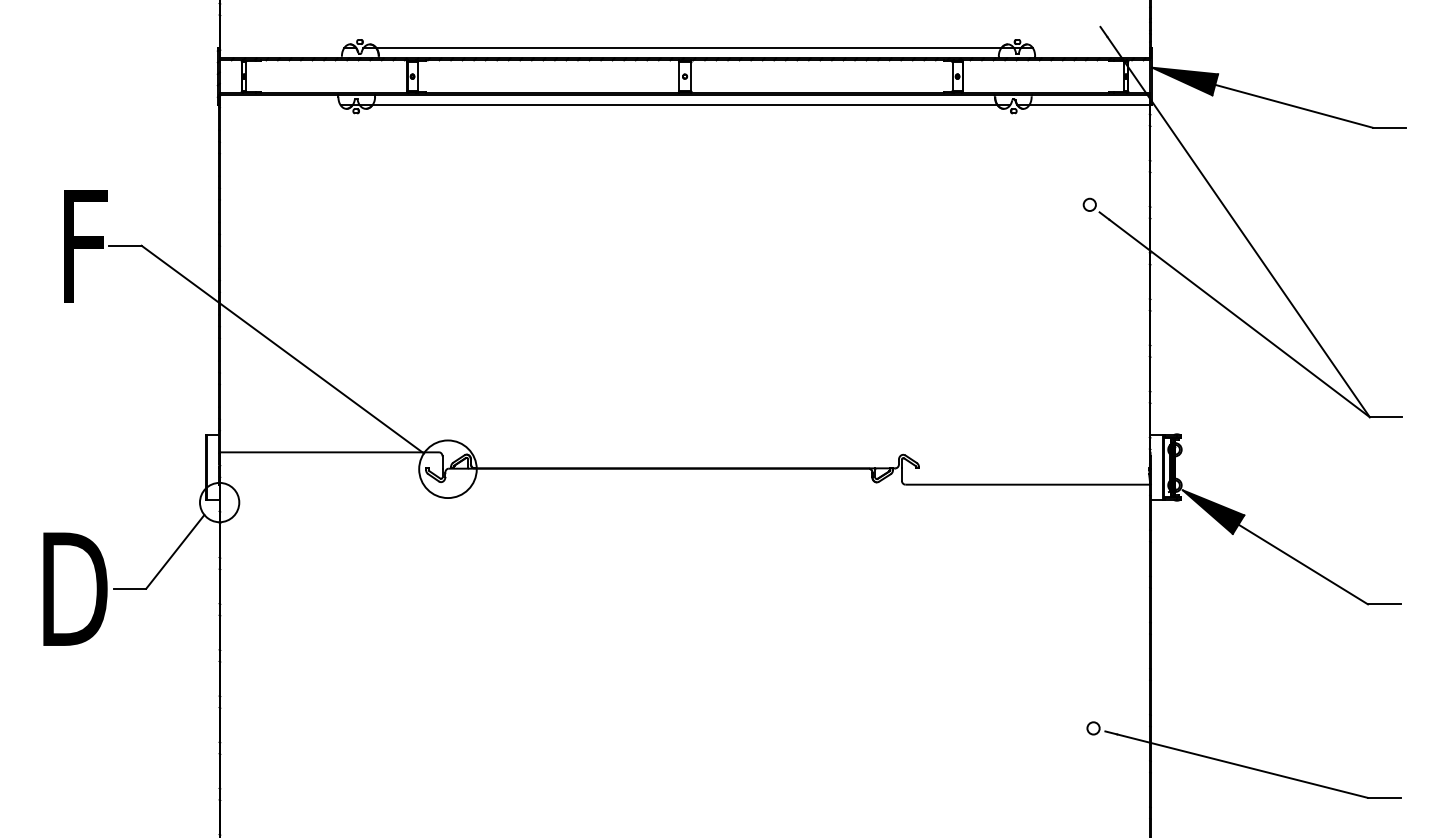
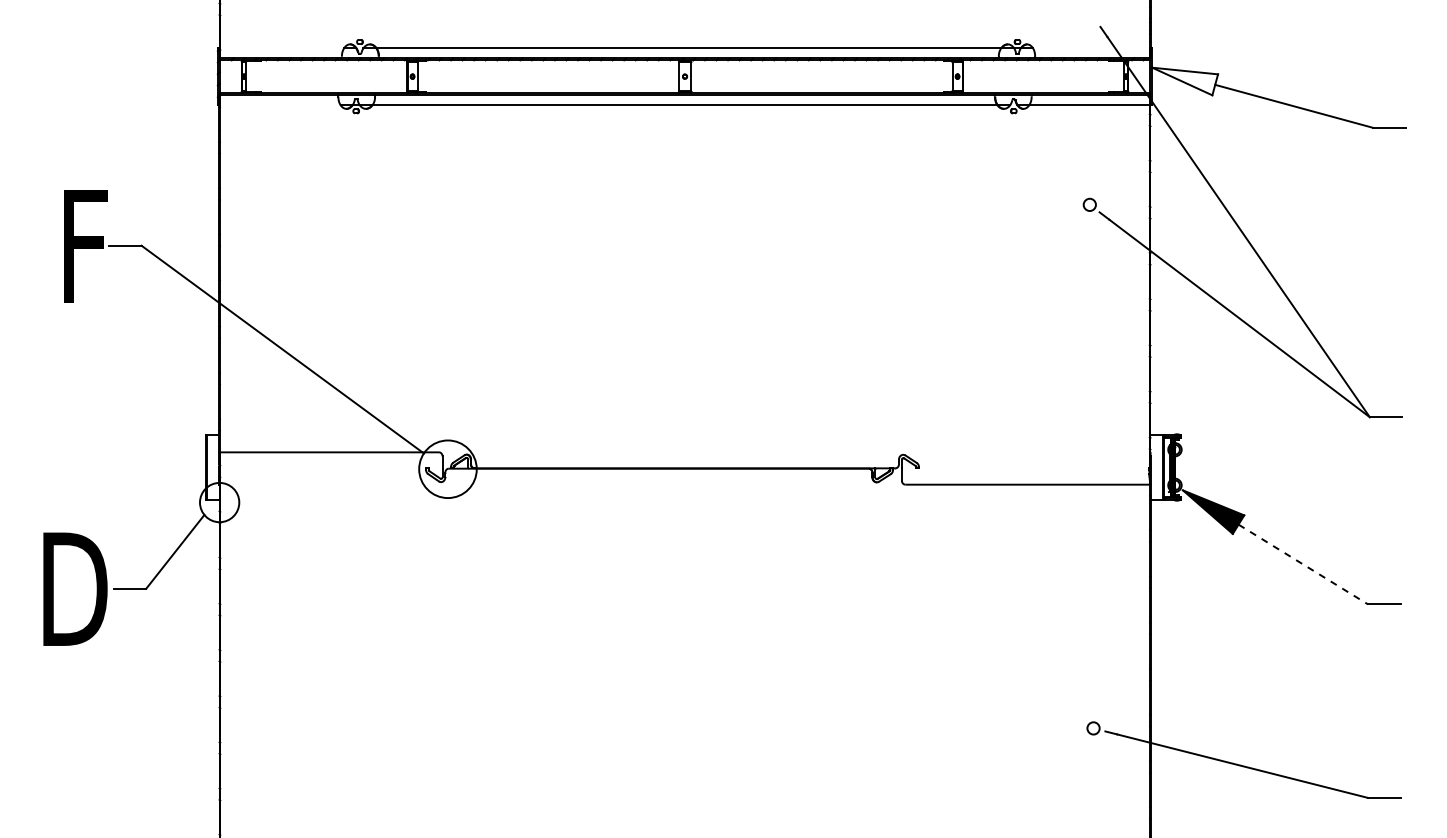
fill at (1185, 81): present -> none
line at (1303, 564): solid -> dashed
